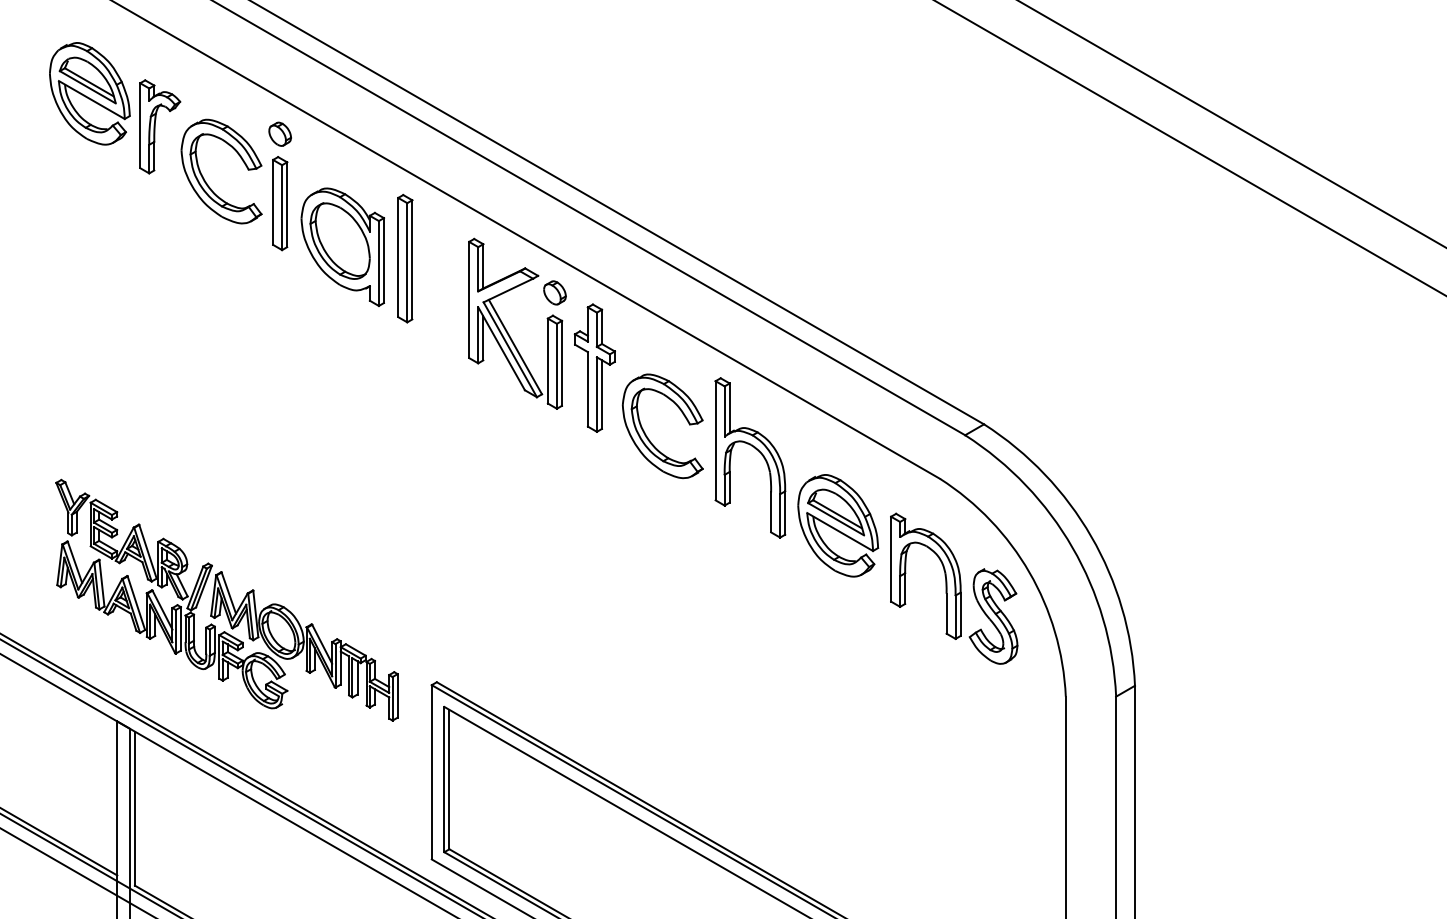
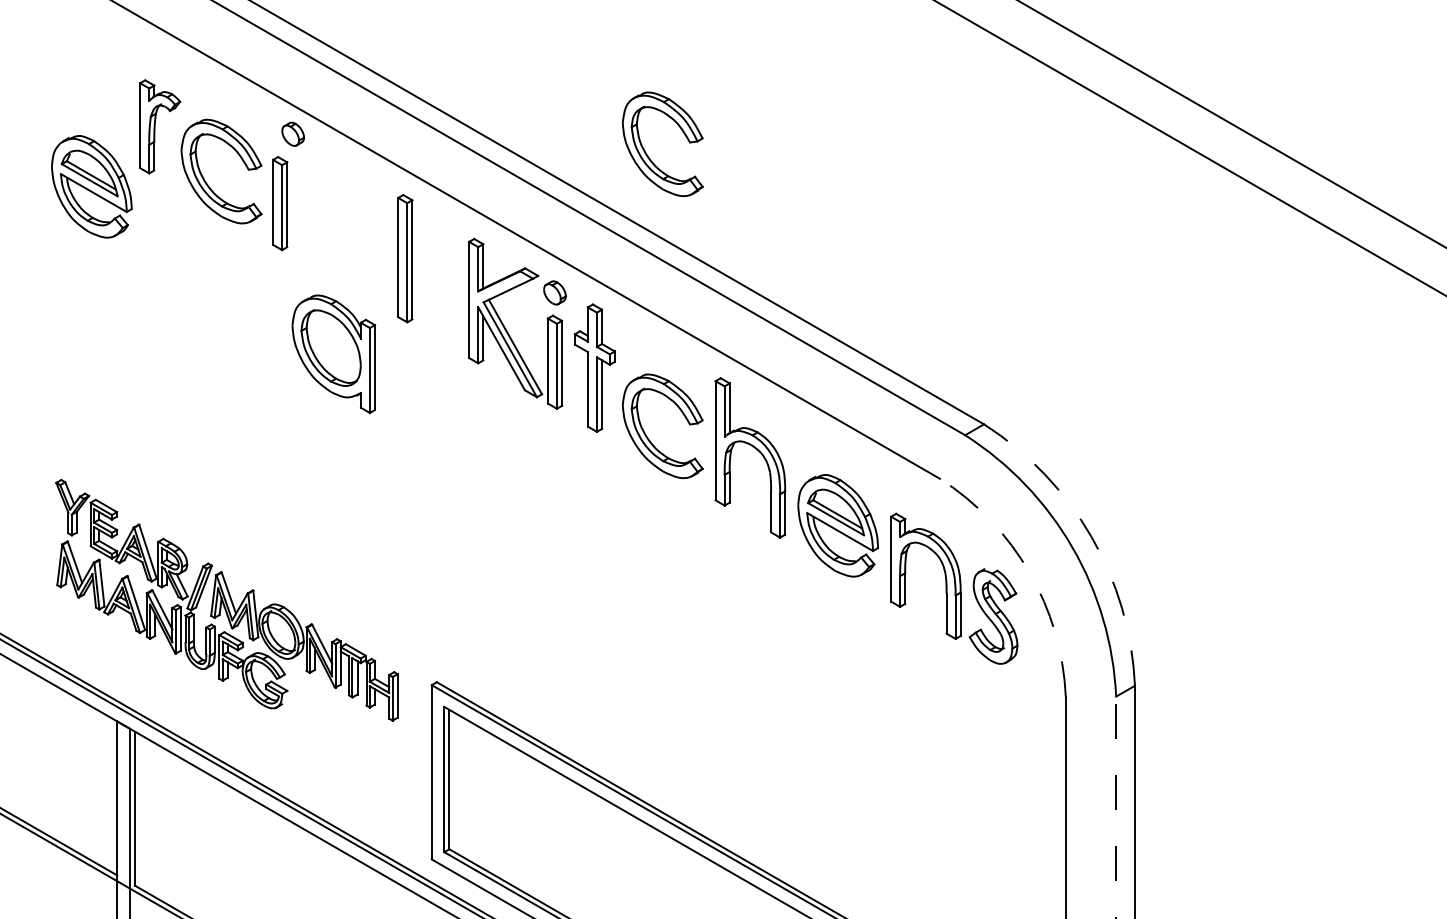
part at (89, 93) position: (89, 93) -> (91, 186)
part at (279, 133) position: (279, 133) -> (292, 133)
part at (648, 155): none -> present
part at (342, 246) position: (342, 246) -> (333, 353)
arc at (1091, 536): solid -> dashed
arc at (1029, 572): solid -> dashed
line at (1116, 807): solid -> dashed
line at (76, 872): present -> none
